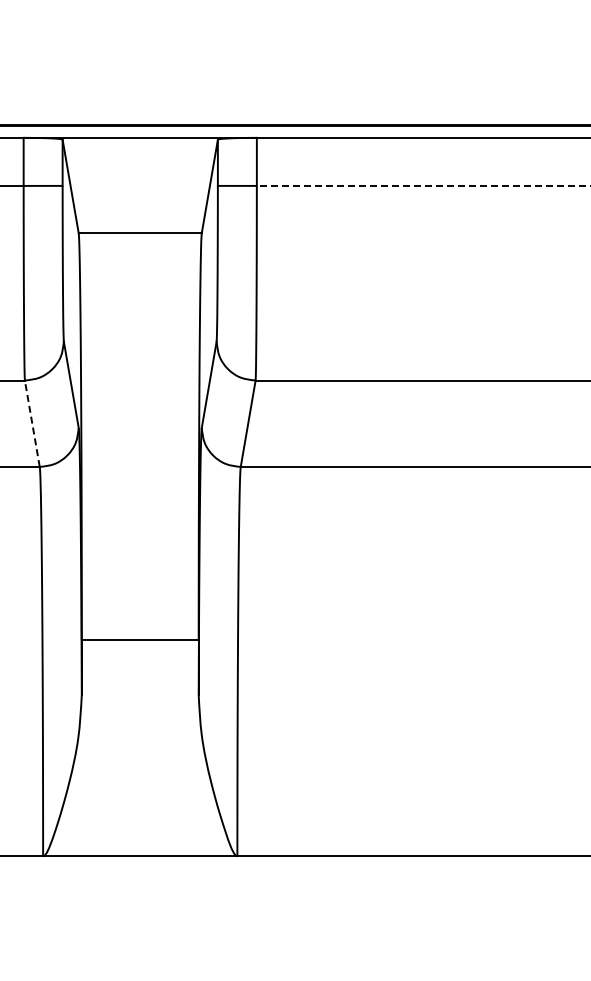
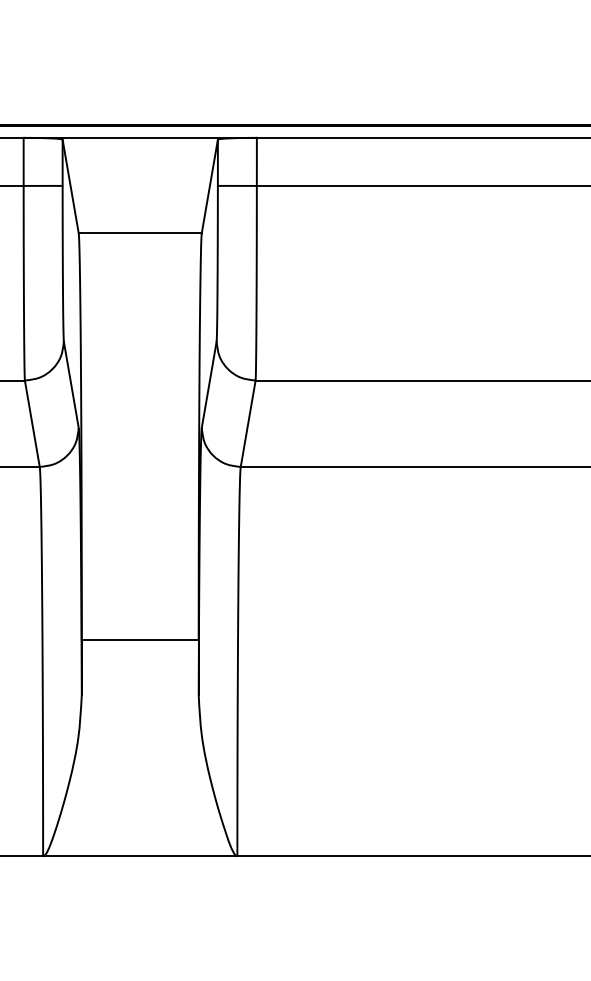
line at (423, 185): dashed -> solid
line at (32, 423): dashed -> solid
